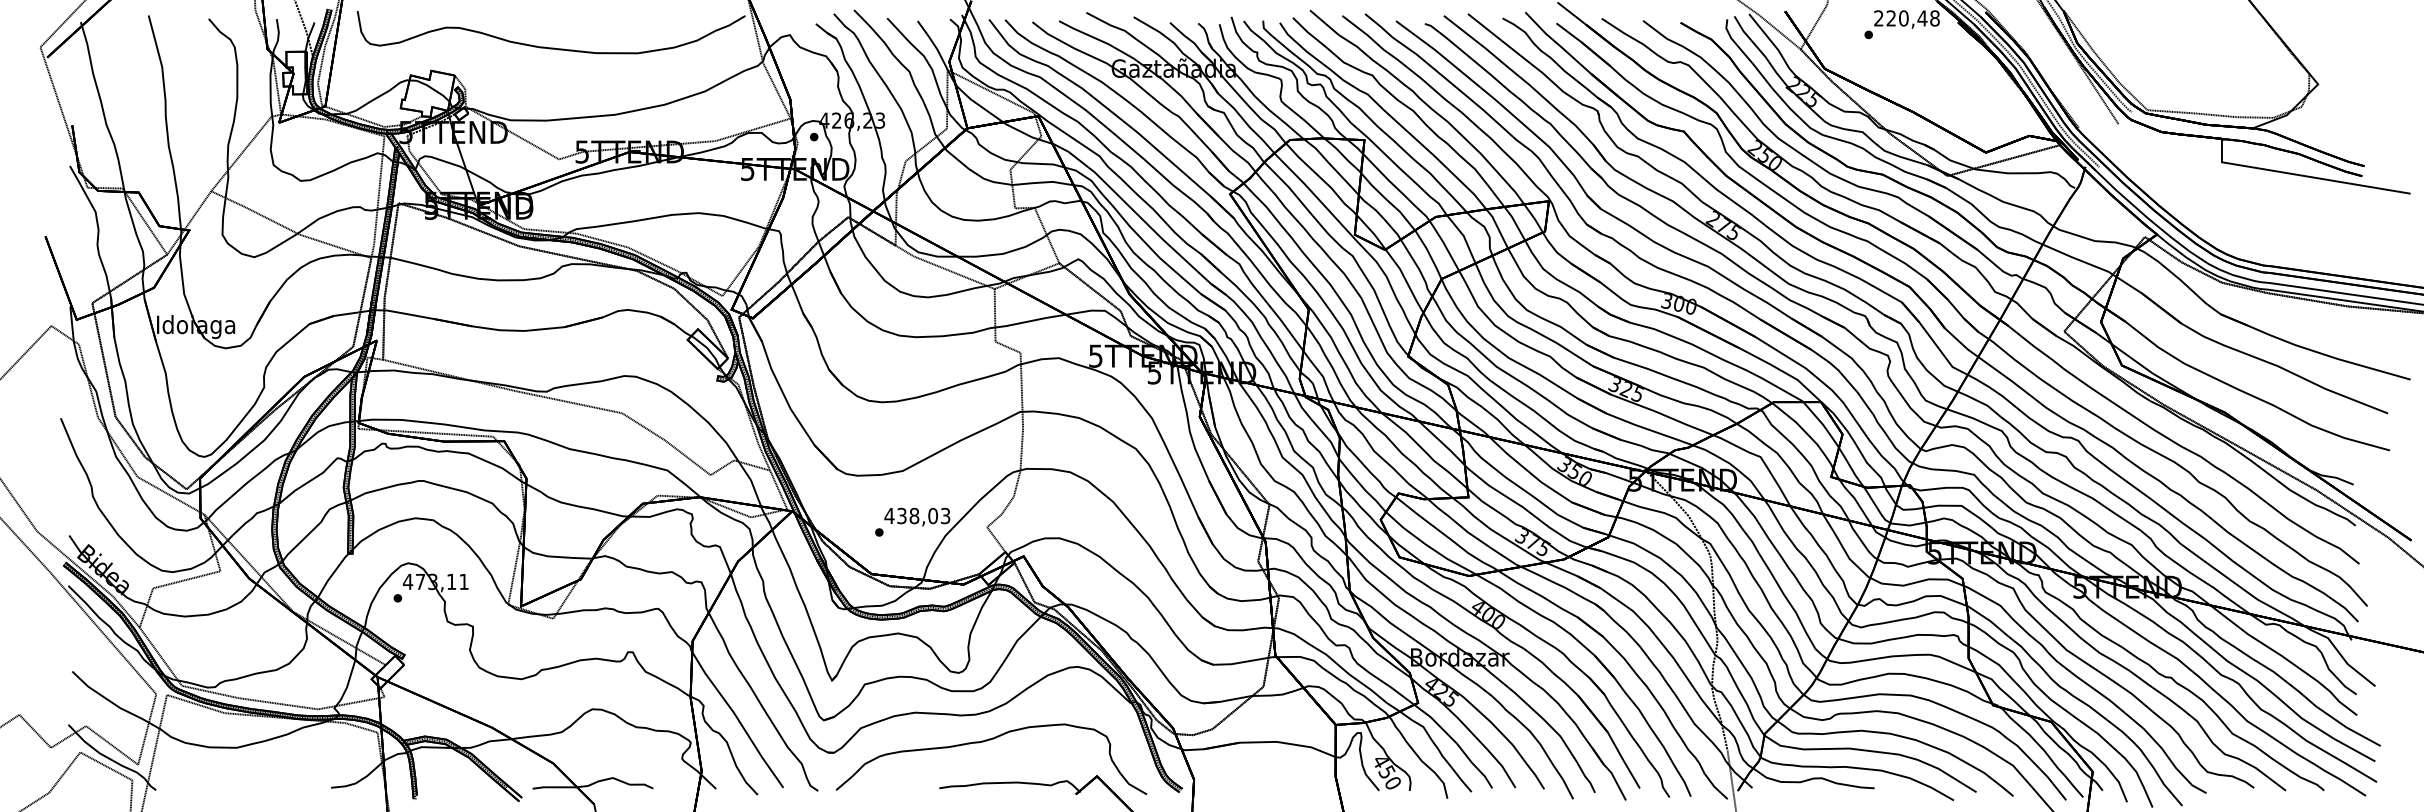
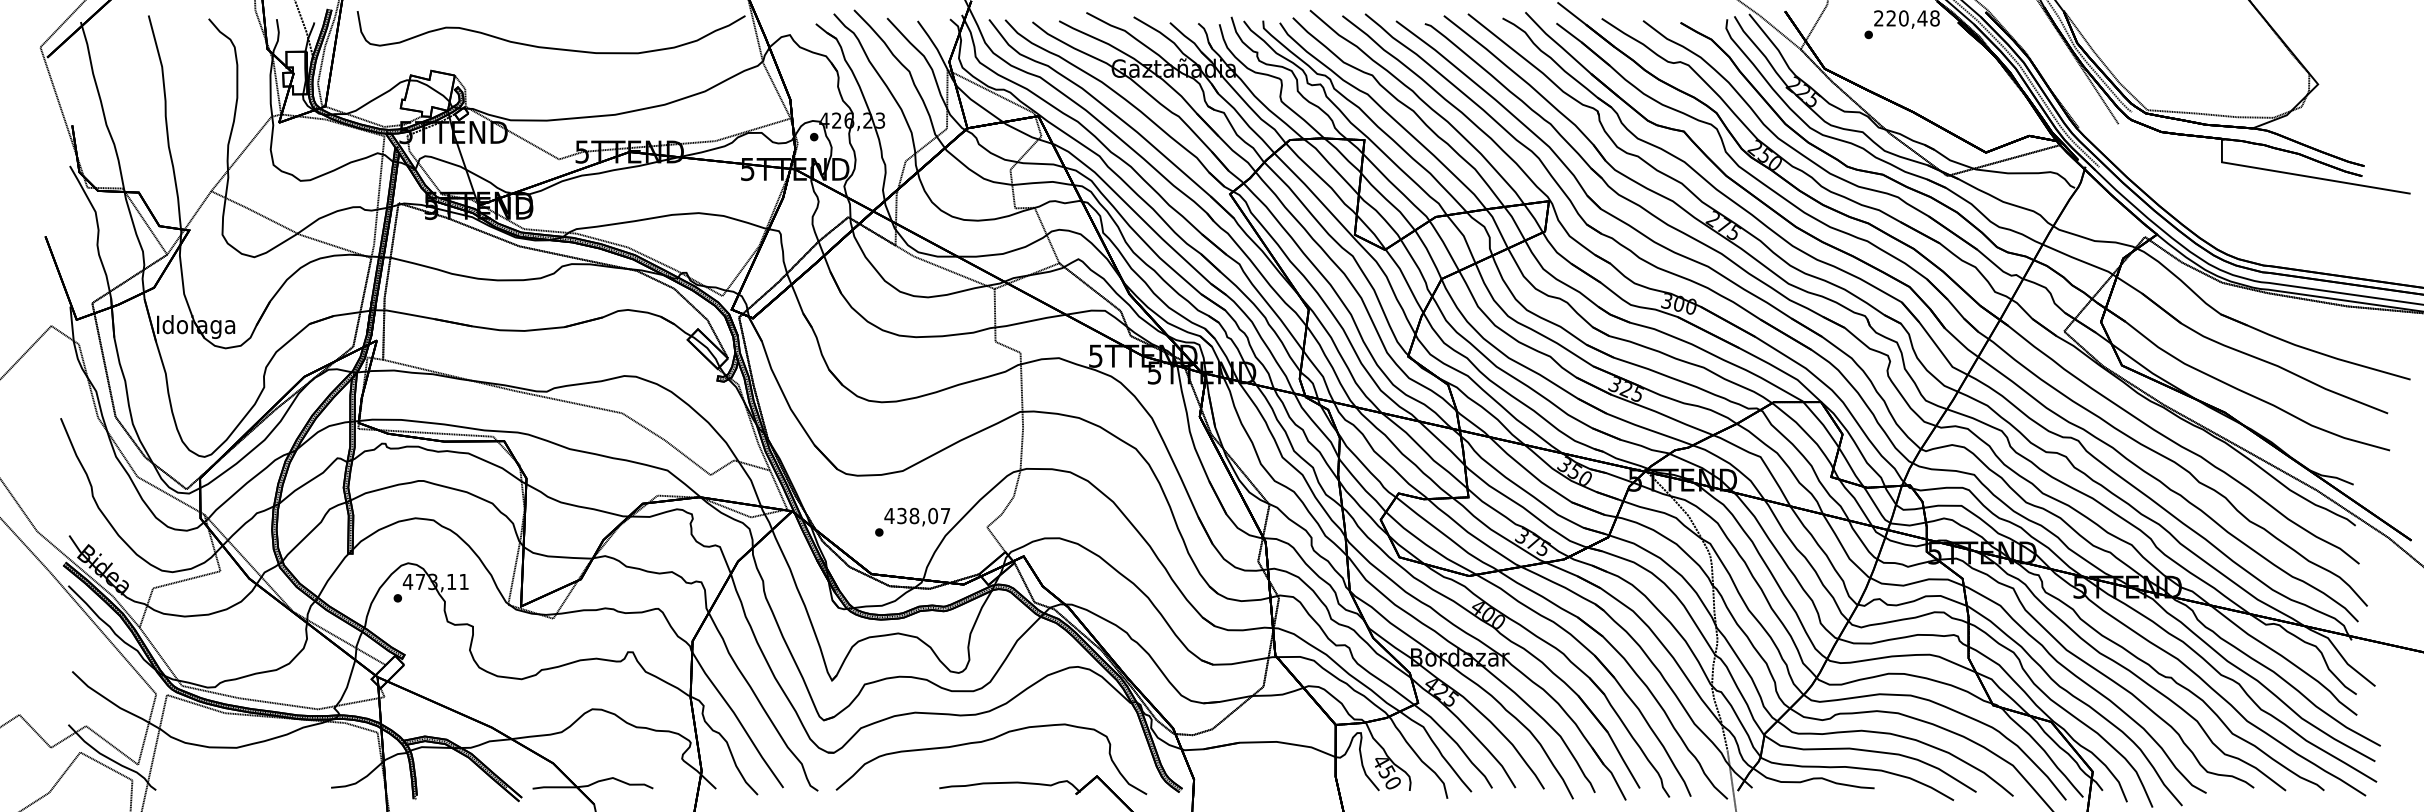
text at (945, 515): 438,03 -> 438,07
